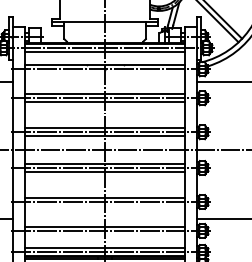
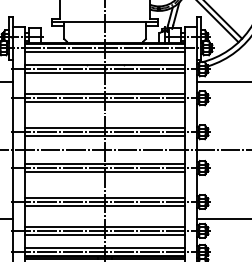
line at (104, 73): none -> present
line at (104, 205): none -> present
line at (104, 234): none -> present
